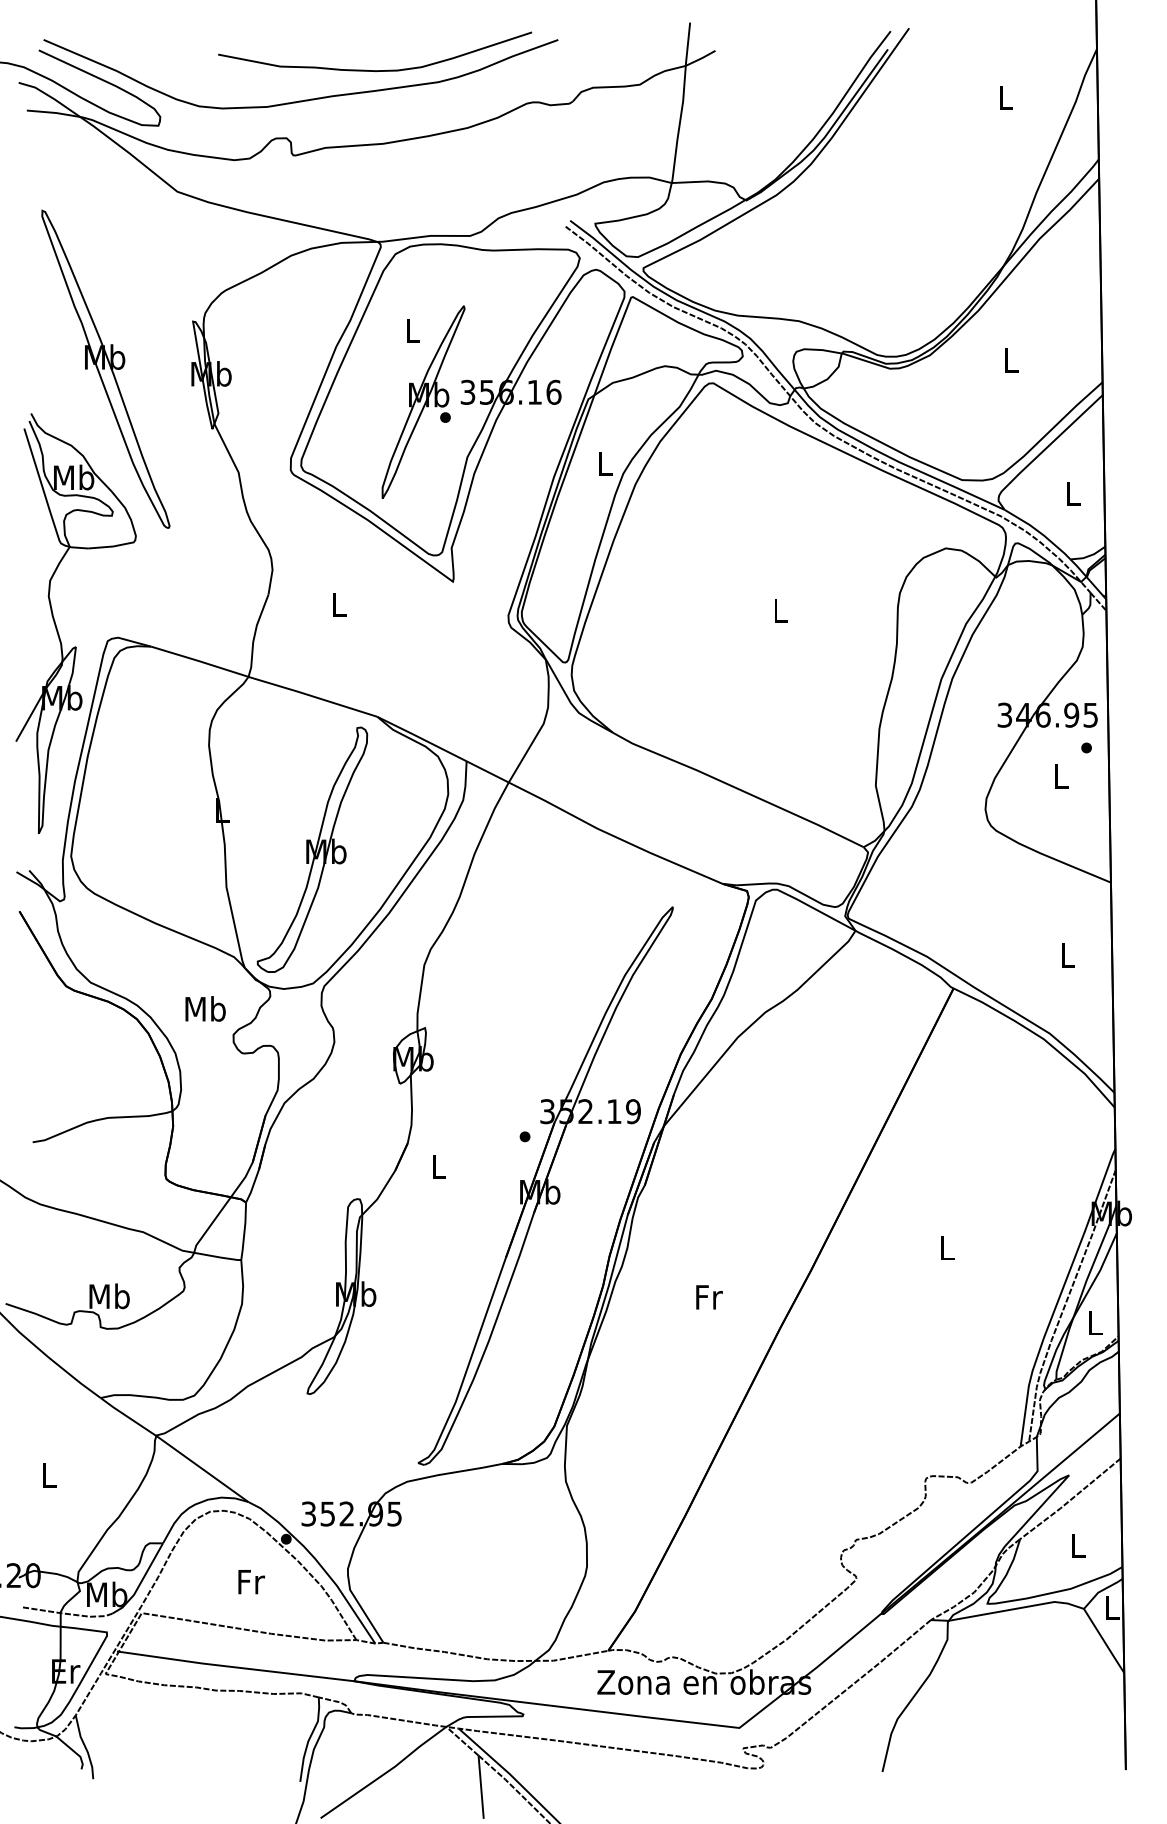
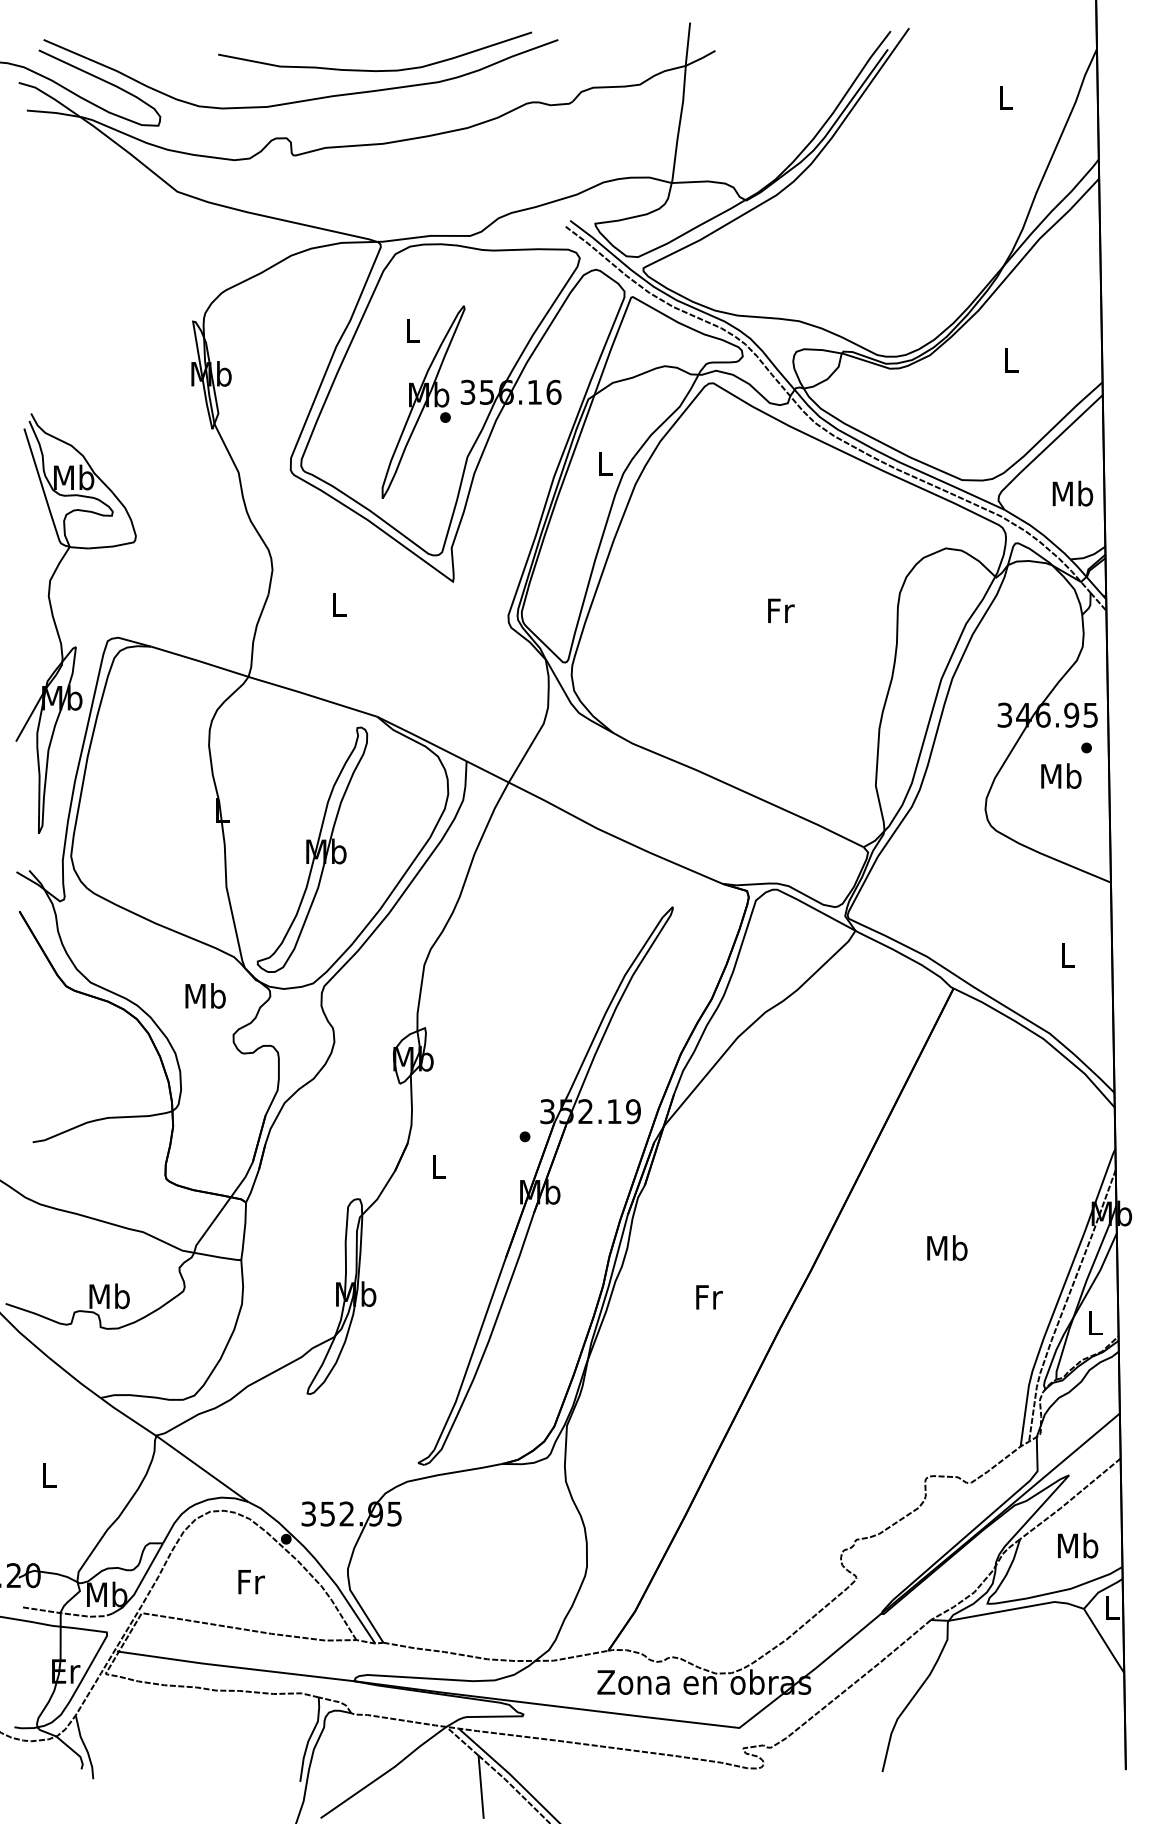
part at (105, 368): present -> none
text at (1072, 493): L -> Mb
text at (781, 610): L -> Fr
text at (1061, 775): L -> Mb
text at (205, 1008) position: (205, 1008) -> (205, 995)
text at (947, 1247): L -> Mb
text at (1078, 1545): L -> Mb
